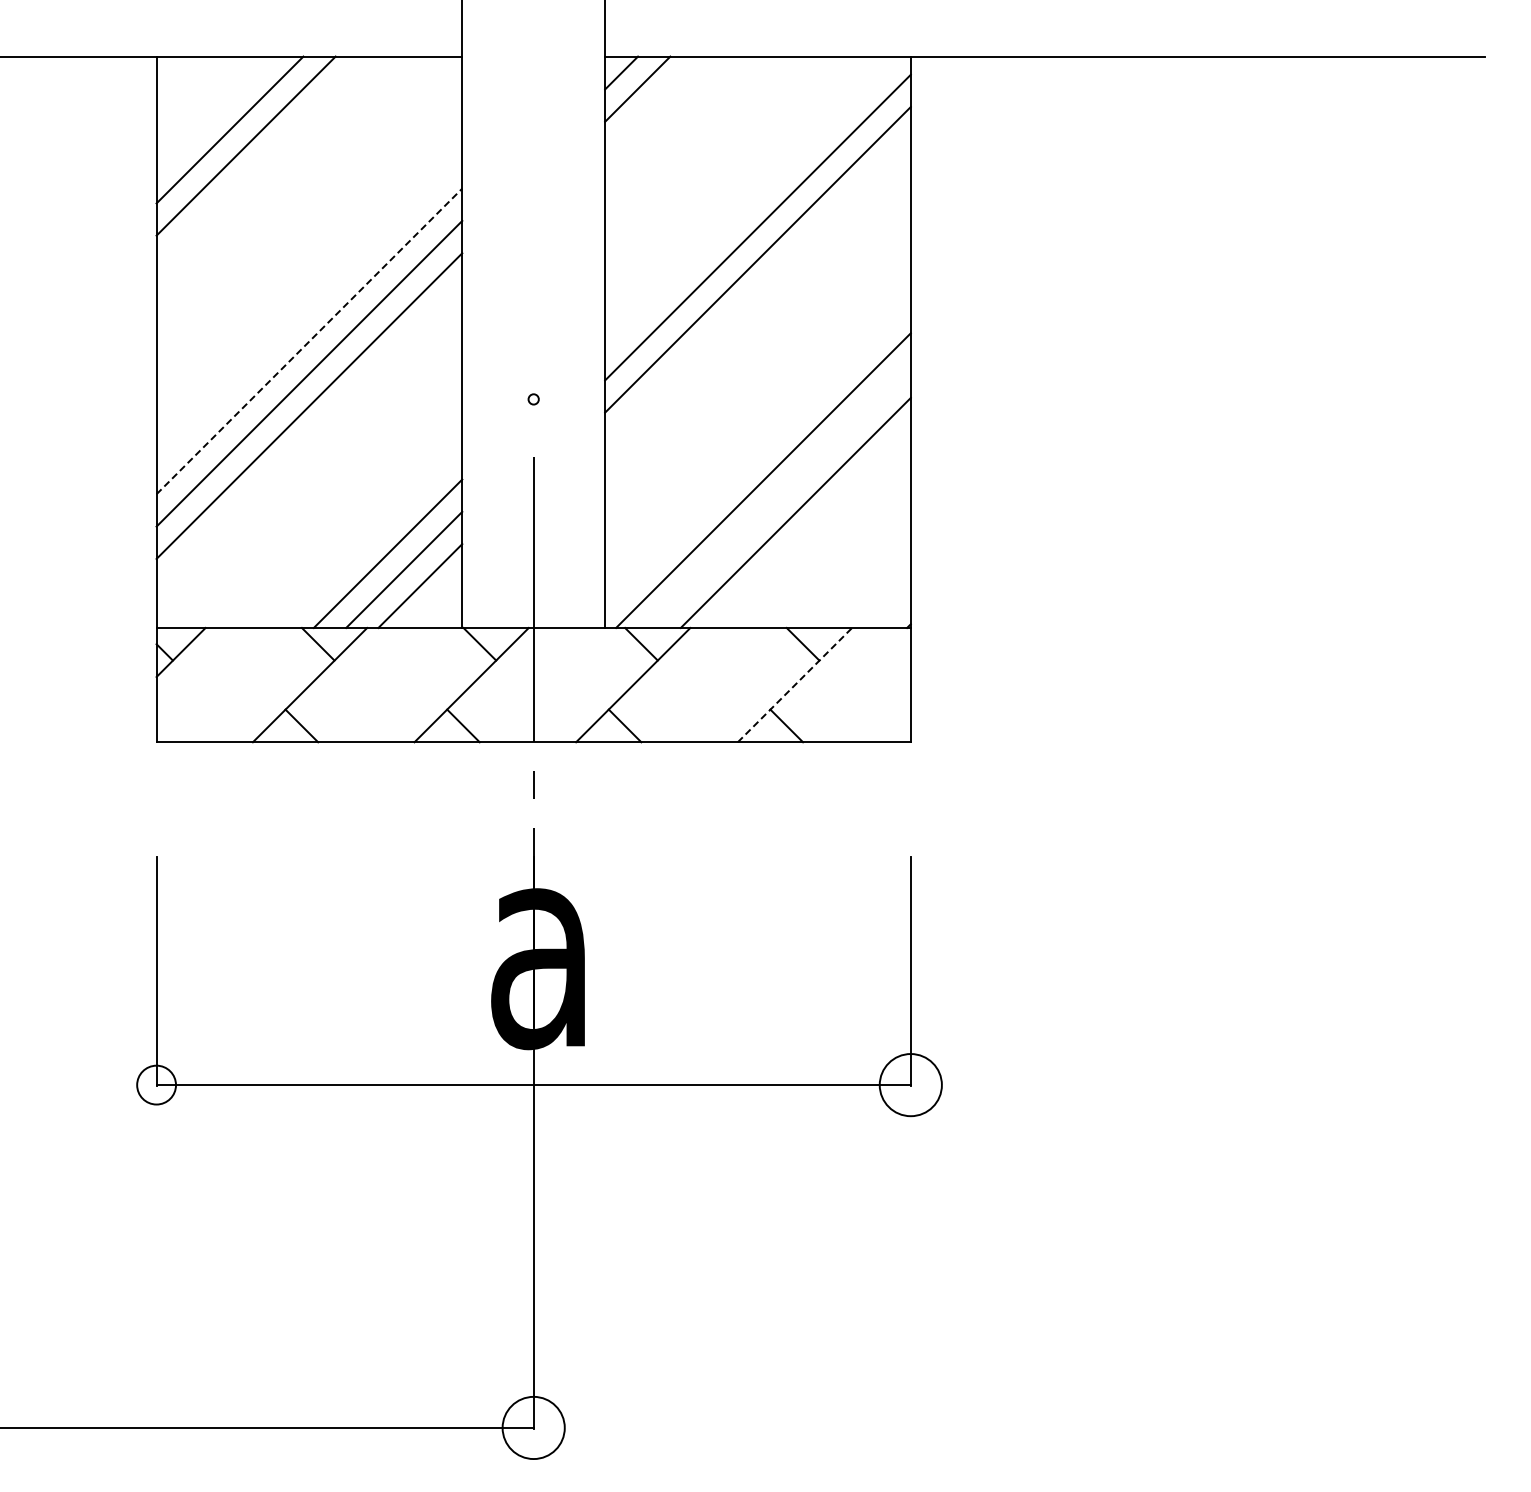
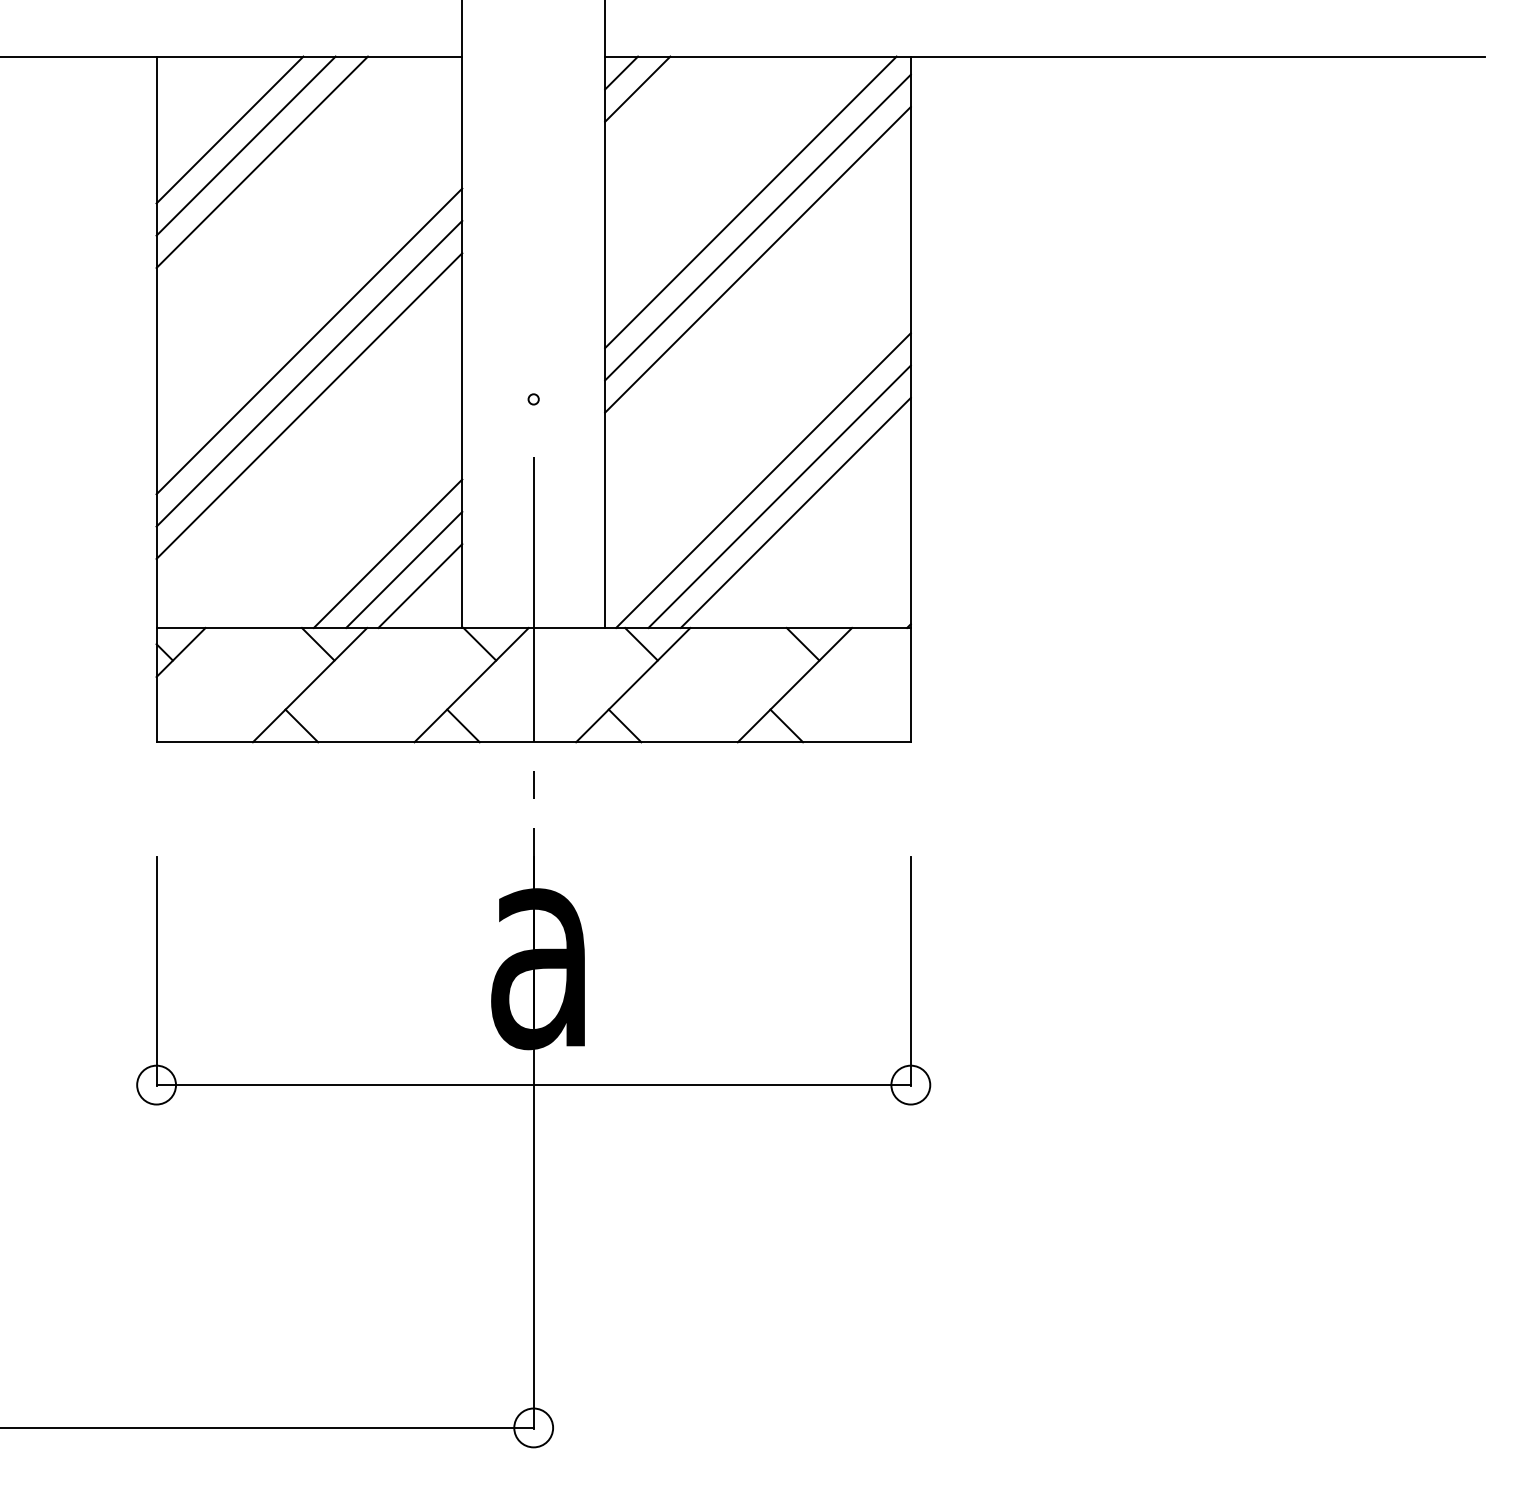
line at (262, 162): none -> present
line at (750, 202): none -> present
line at (309, 341): dashed -> solid
line at (779, 496): none -> present
line at (794, 685): dashed -> solid
circle at (910, 1085) diameter: 62 px -> 39 px
circle at (533, 1427) diameter: 62 px -> 39 px
